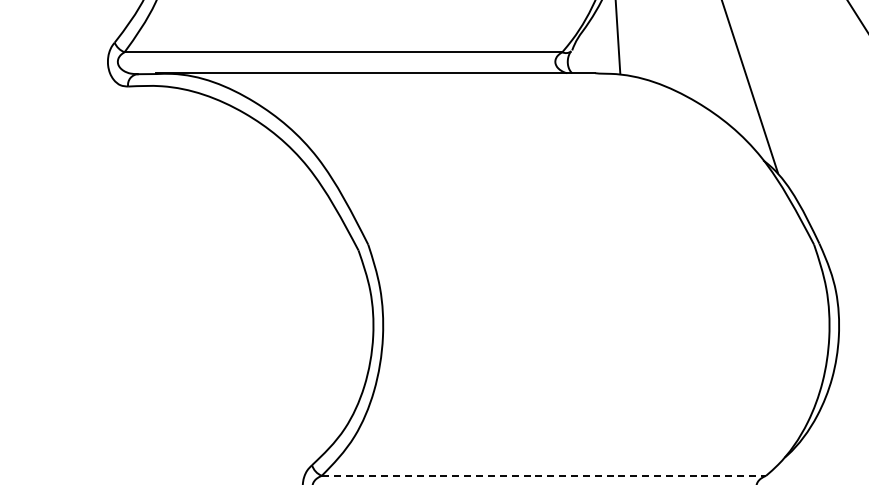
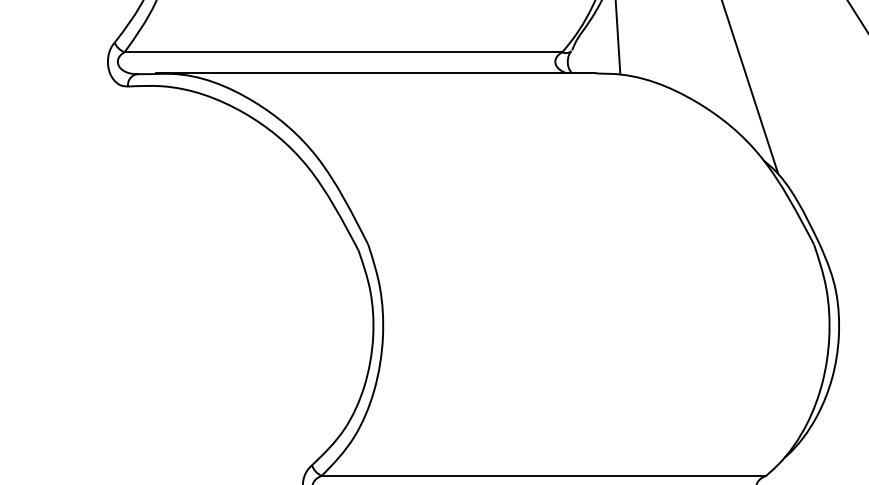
line at (544, 475): dashed -> solid
